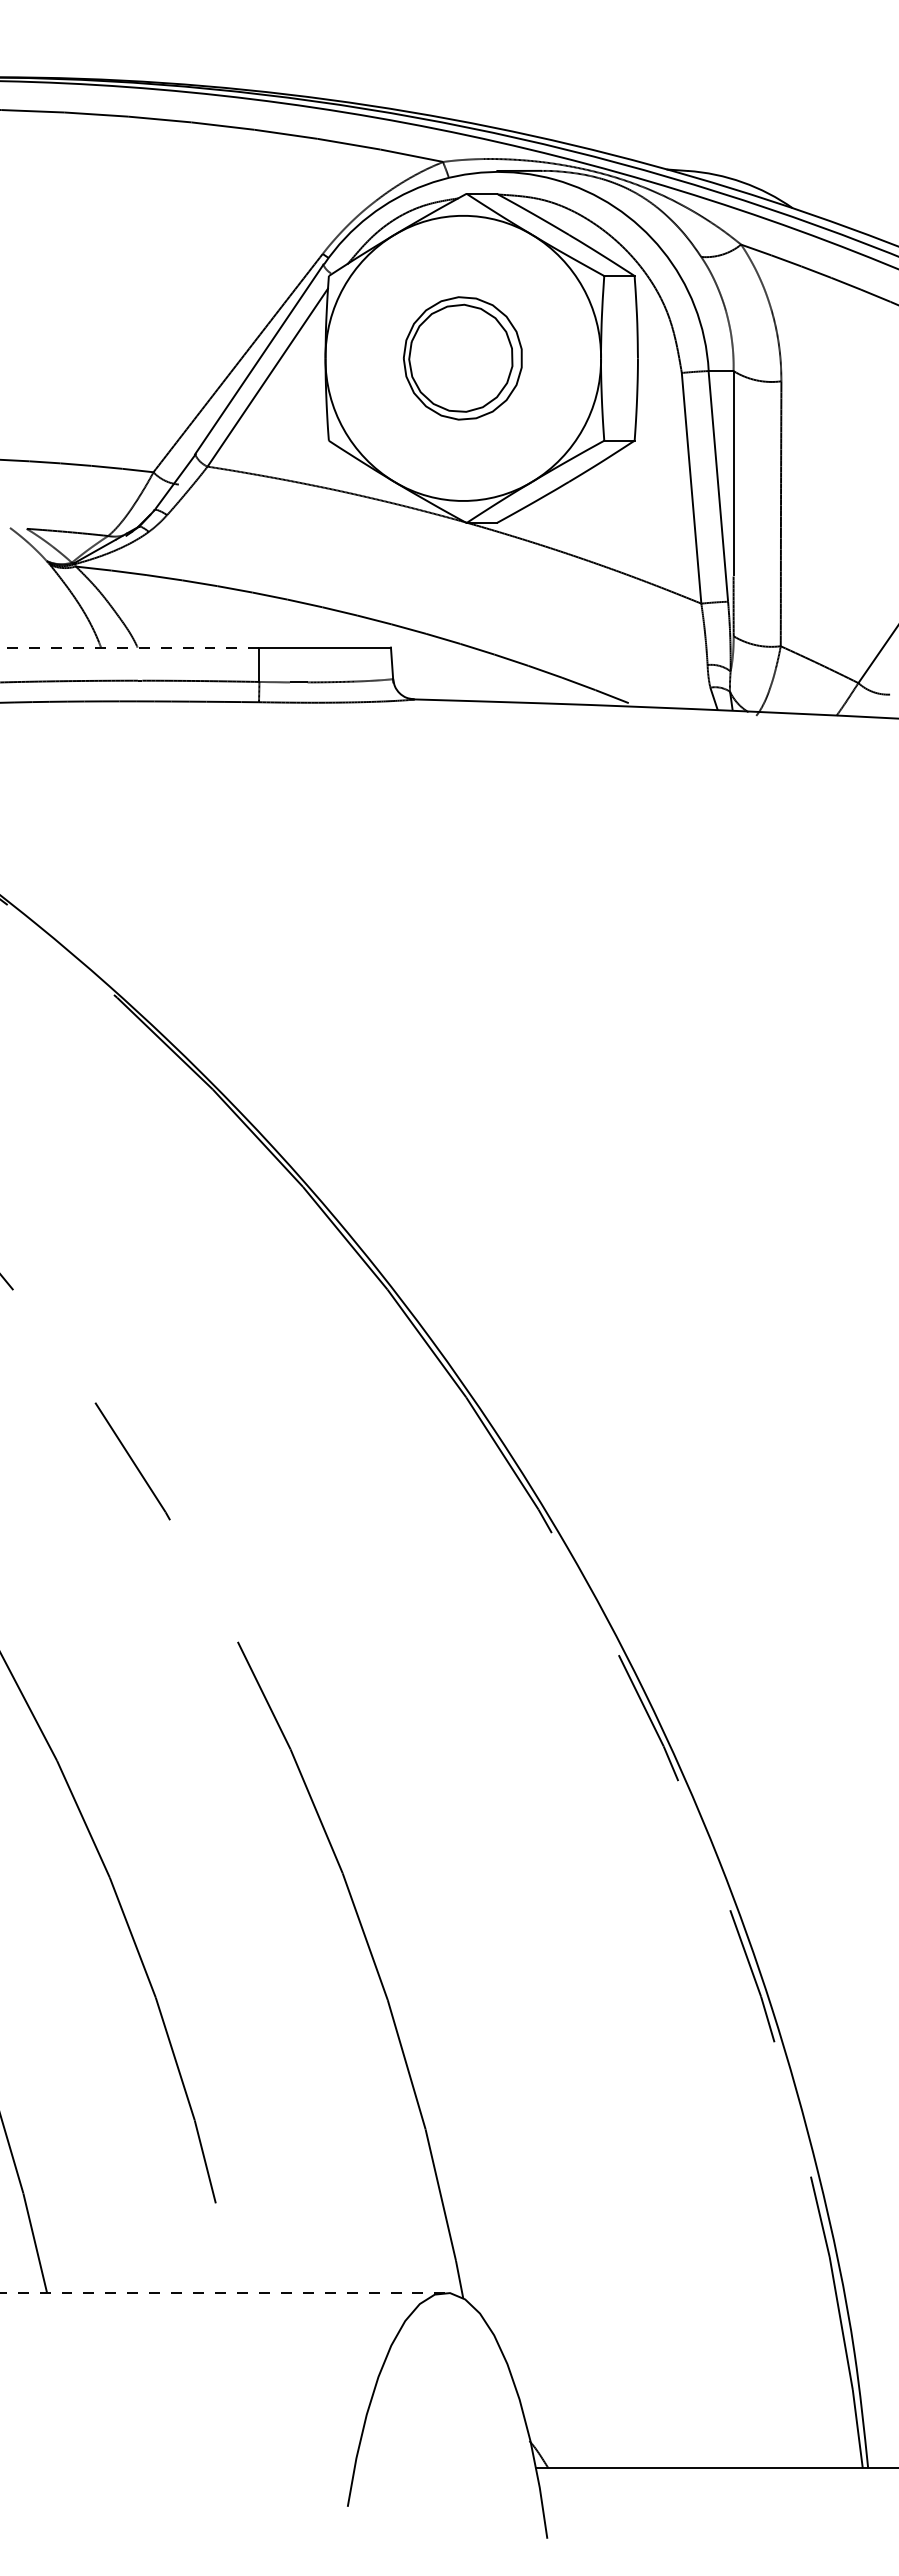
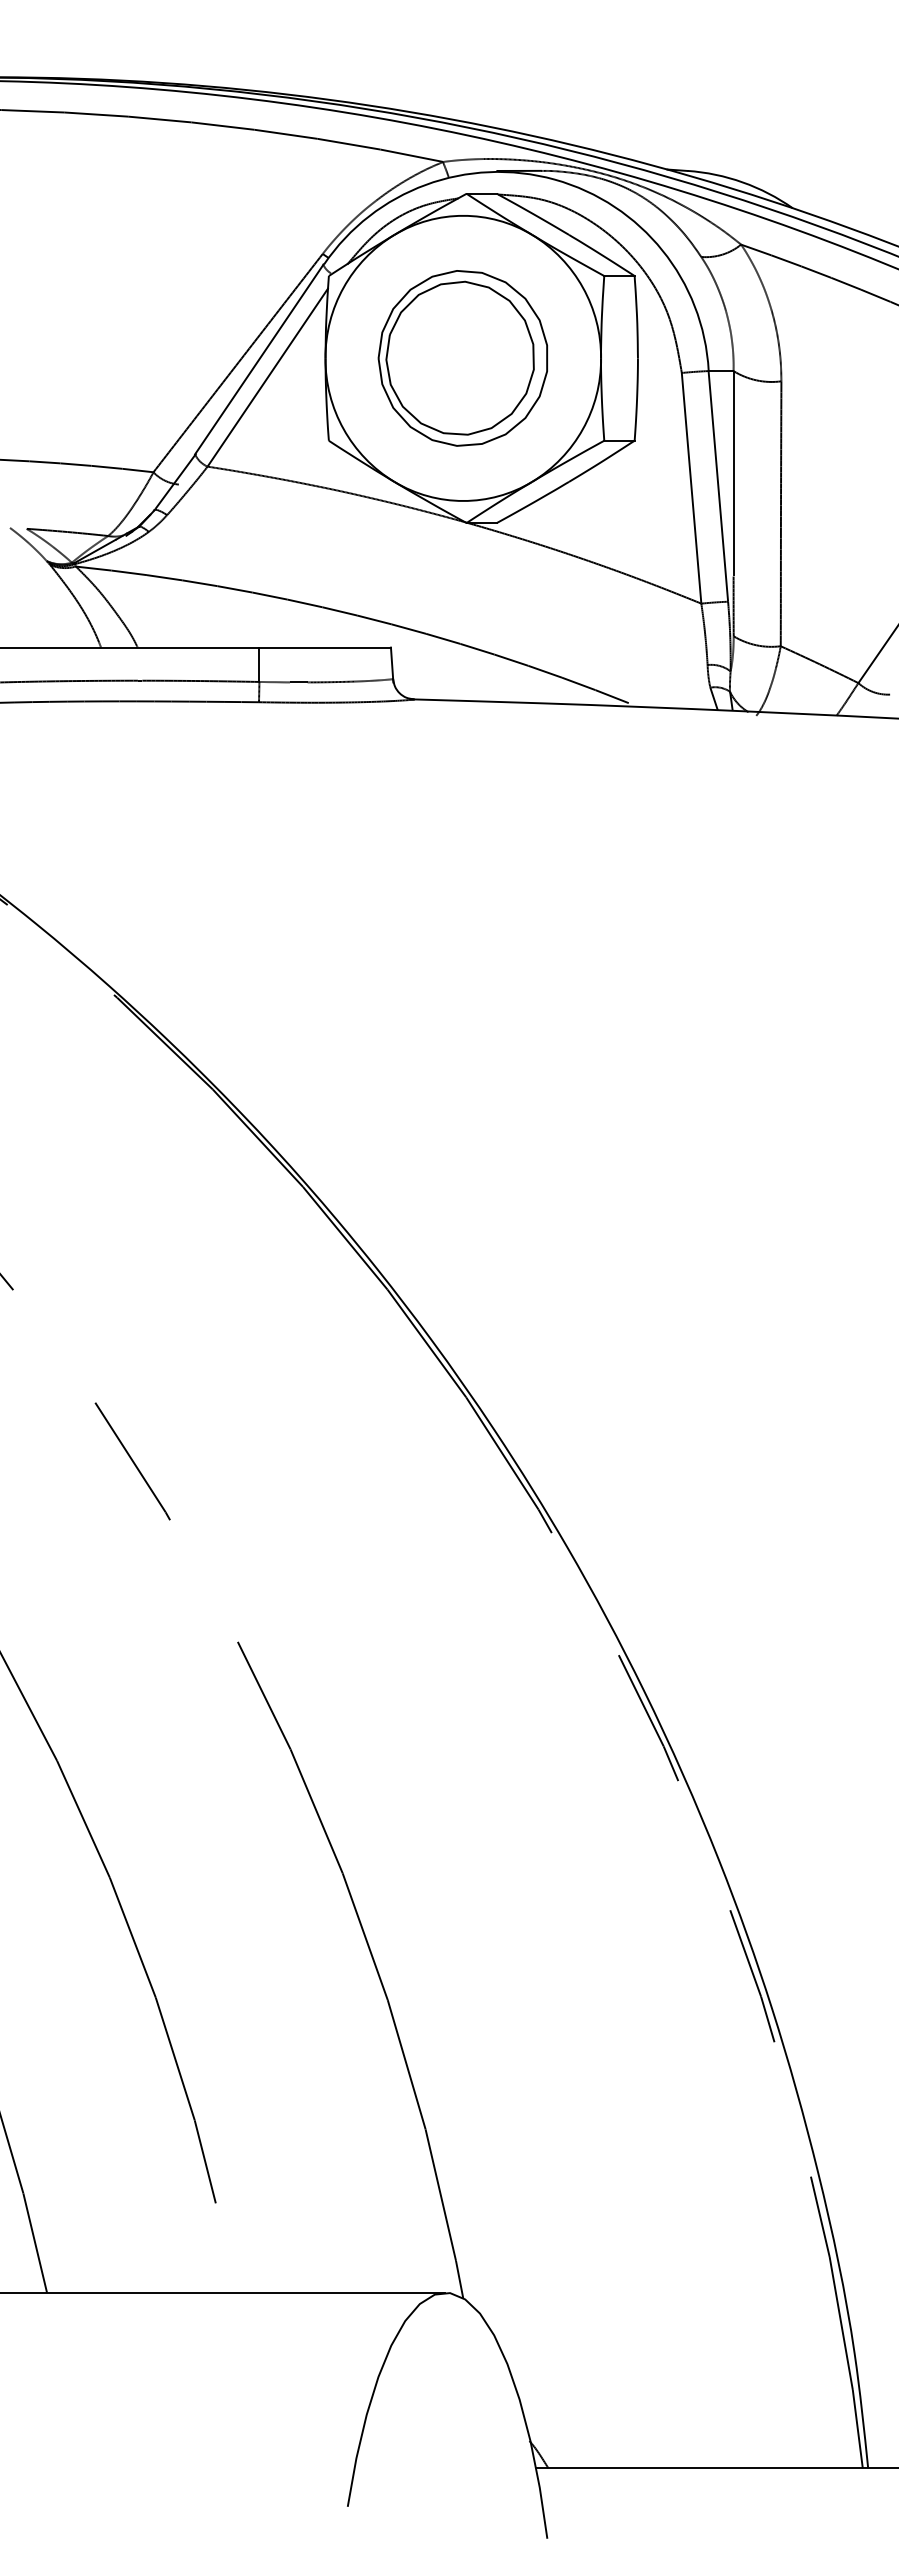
part at (462, 358) size: 121x125 px -> 171x177 px
line at (129, 647): dashed -> solid
line at (222, 2292): dashed -> solid
